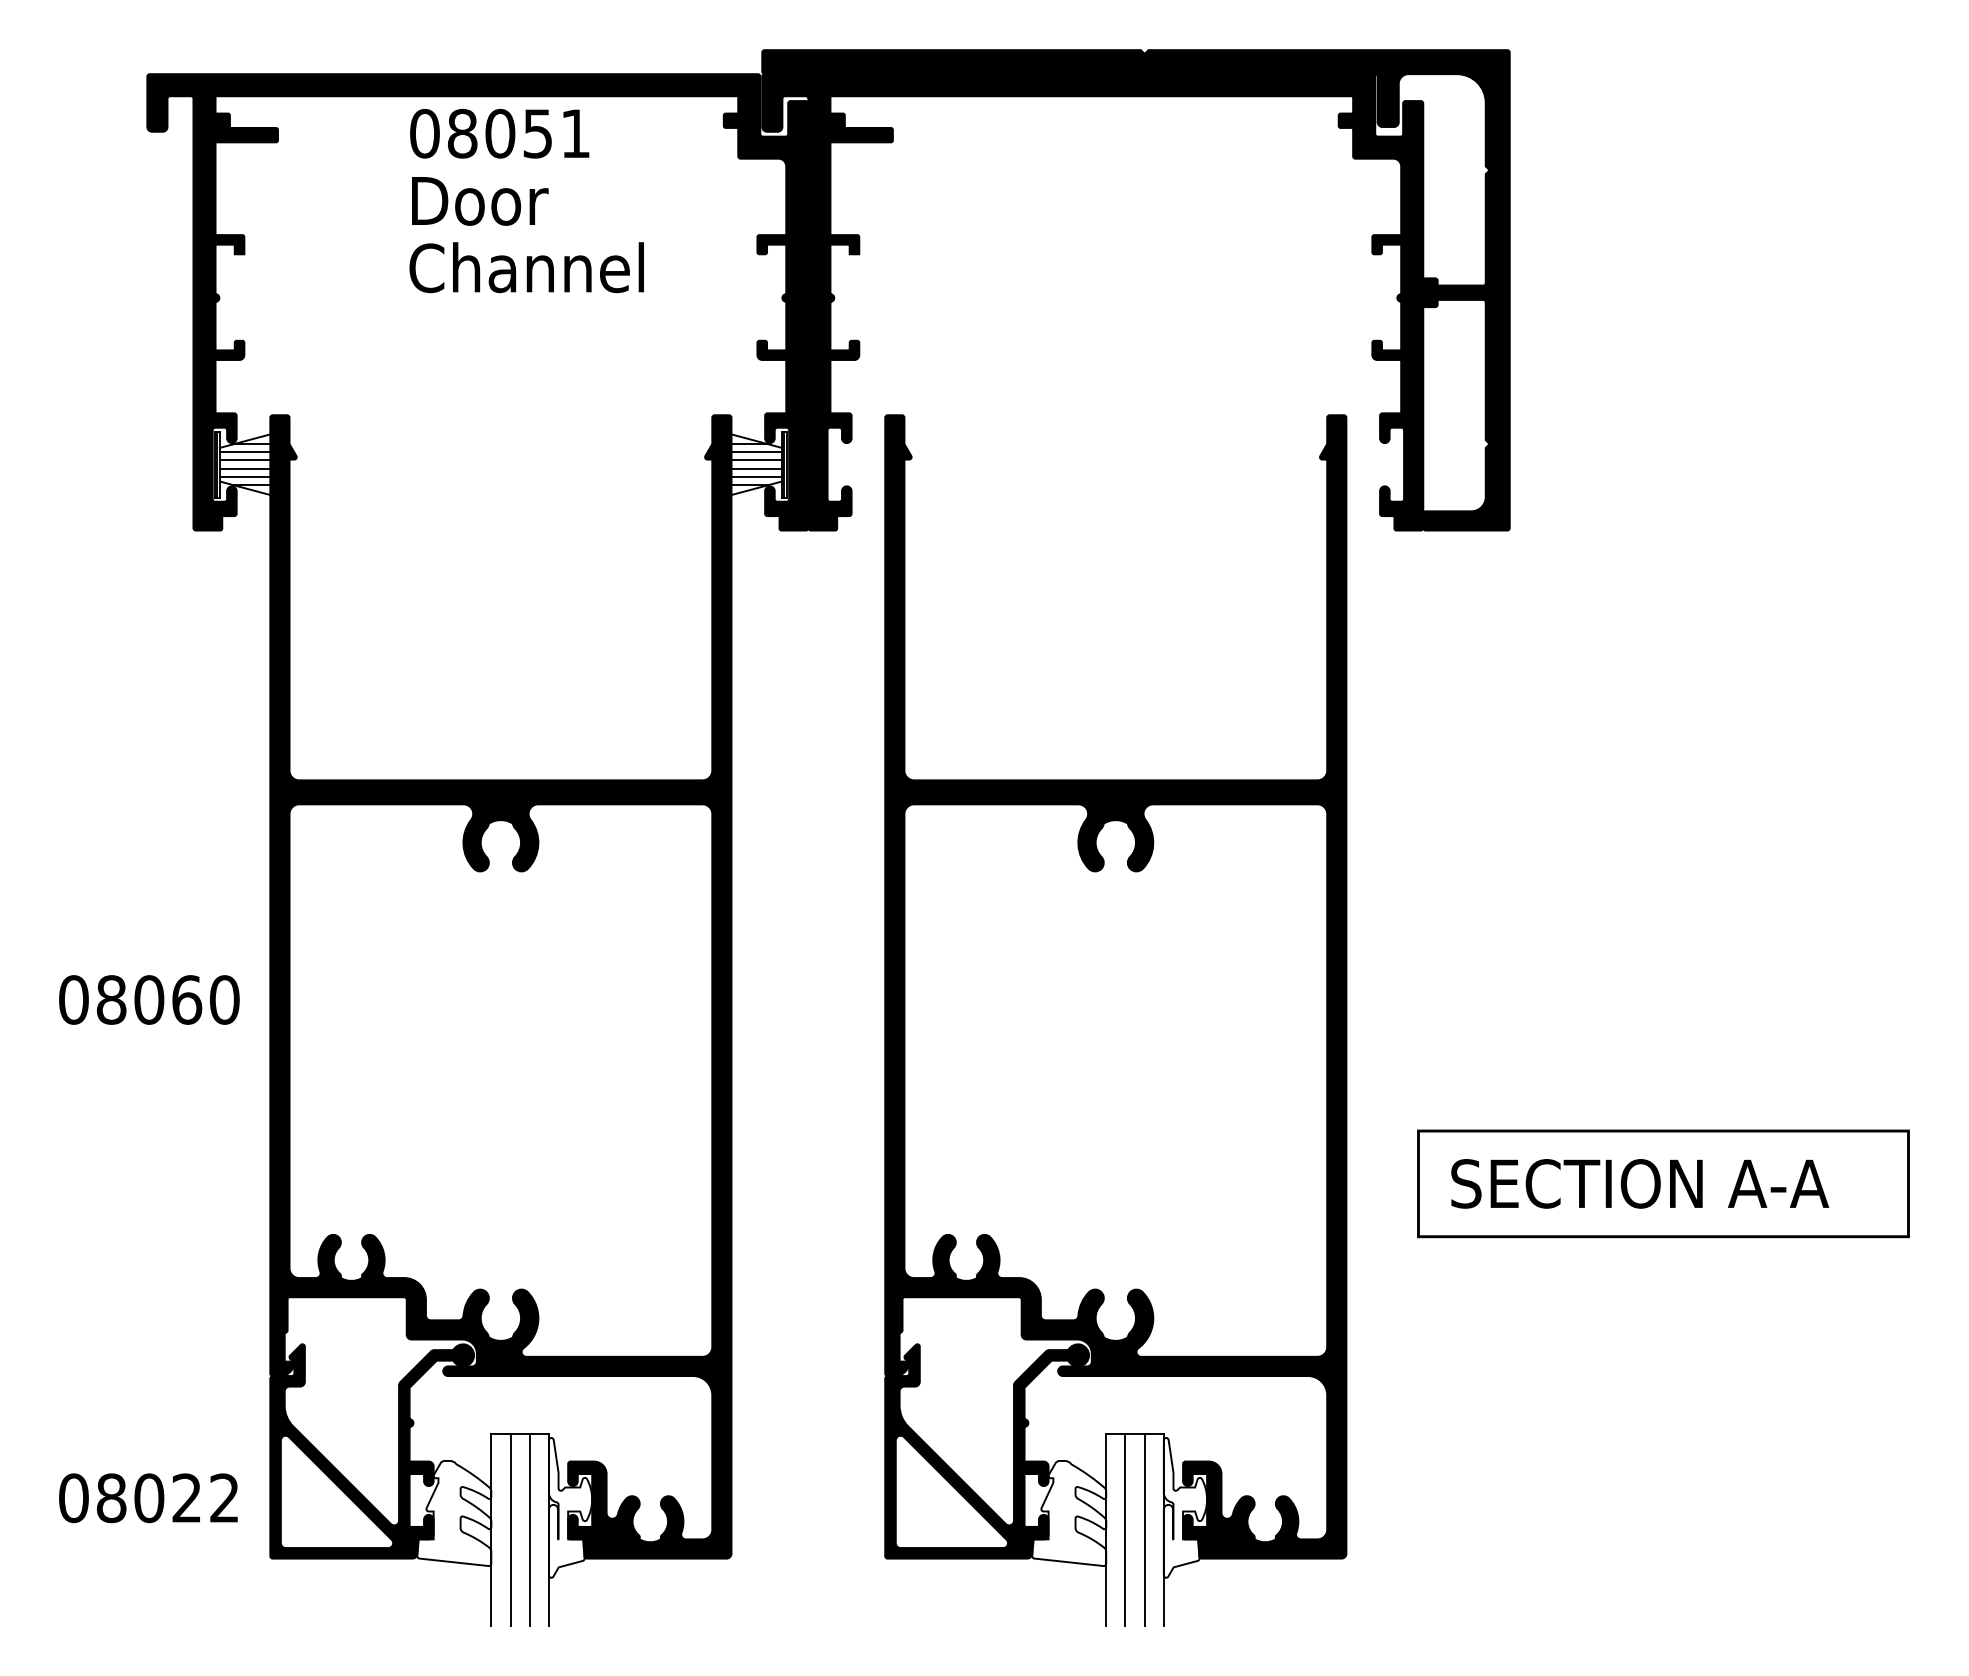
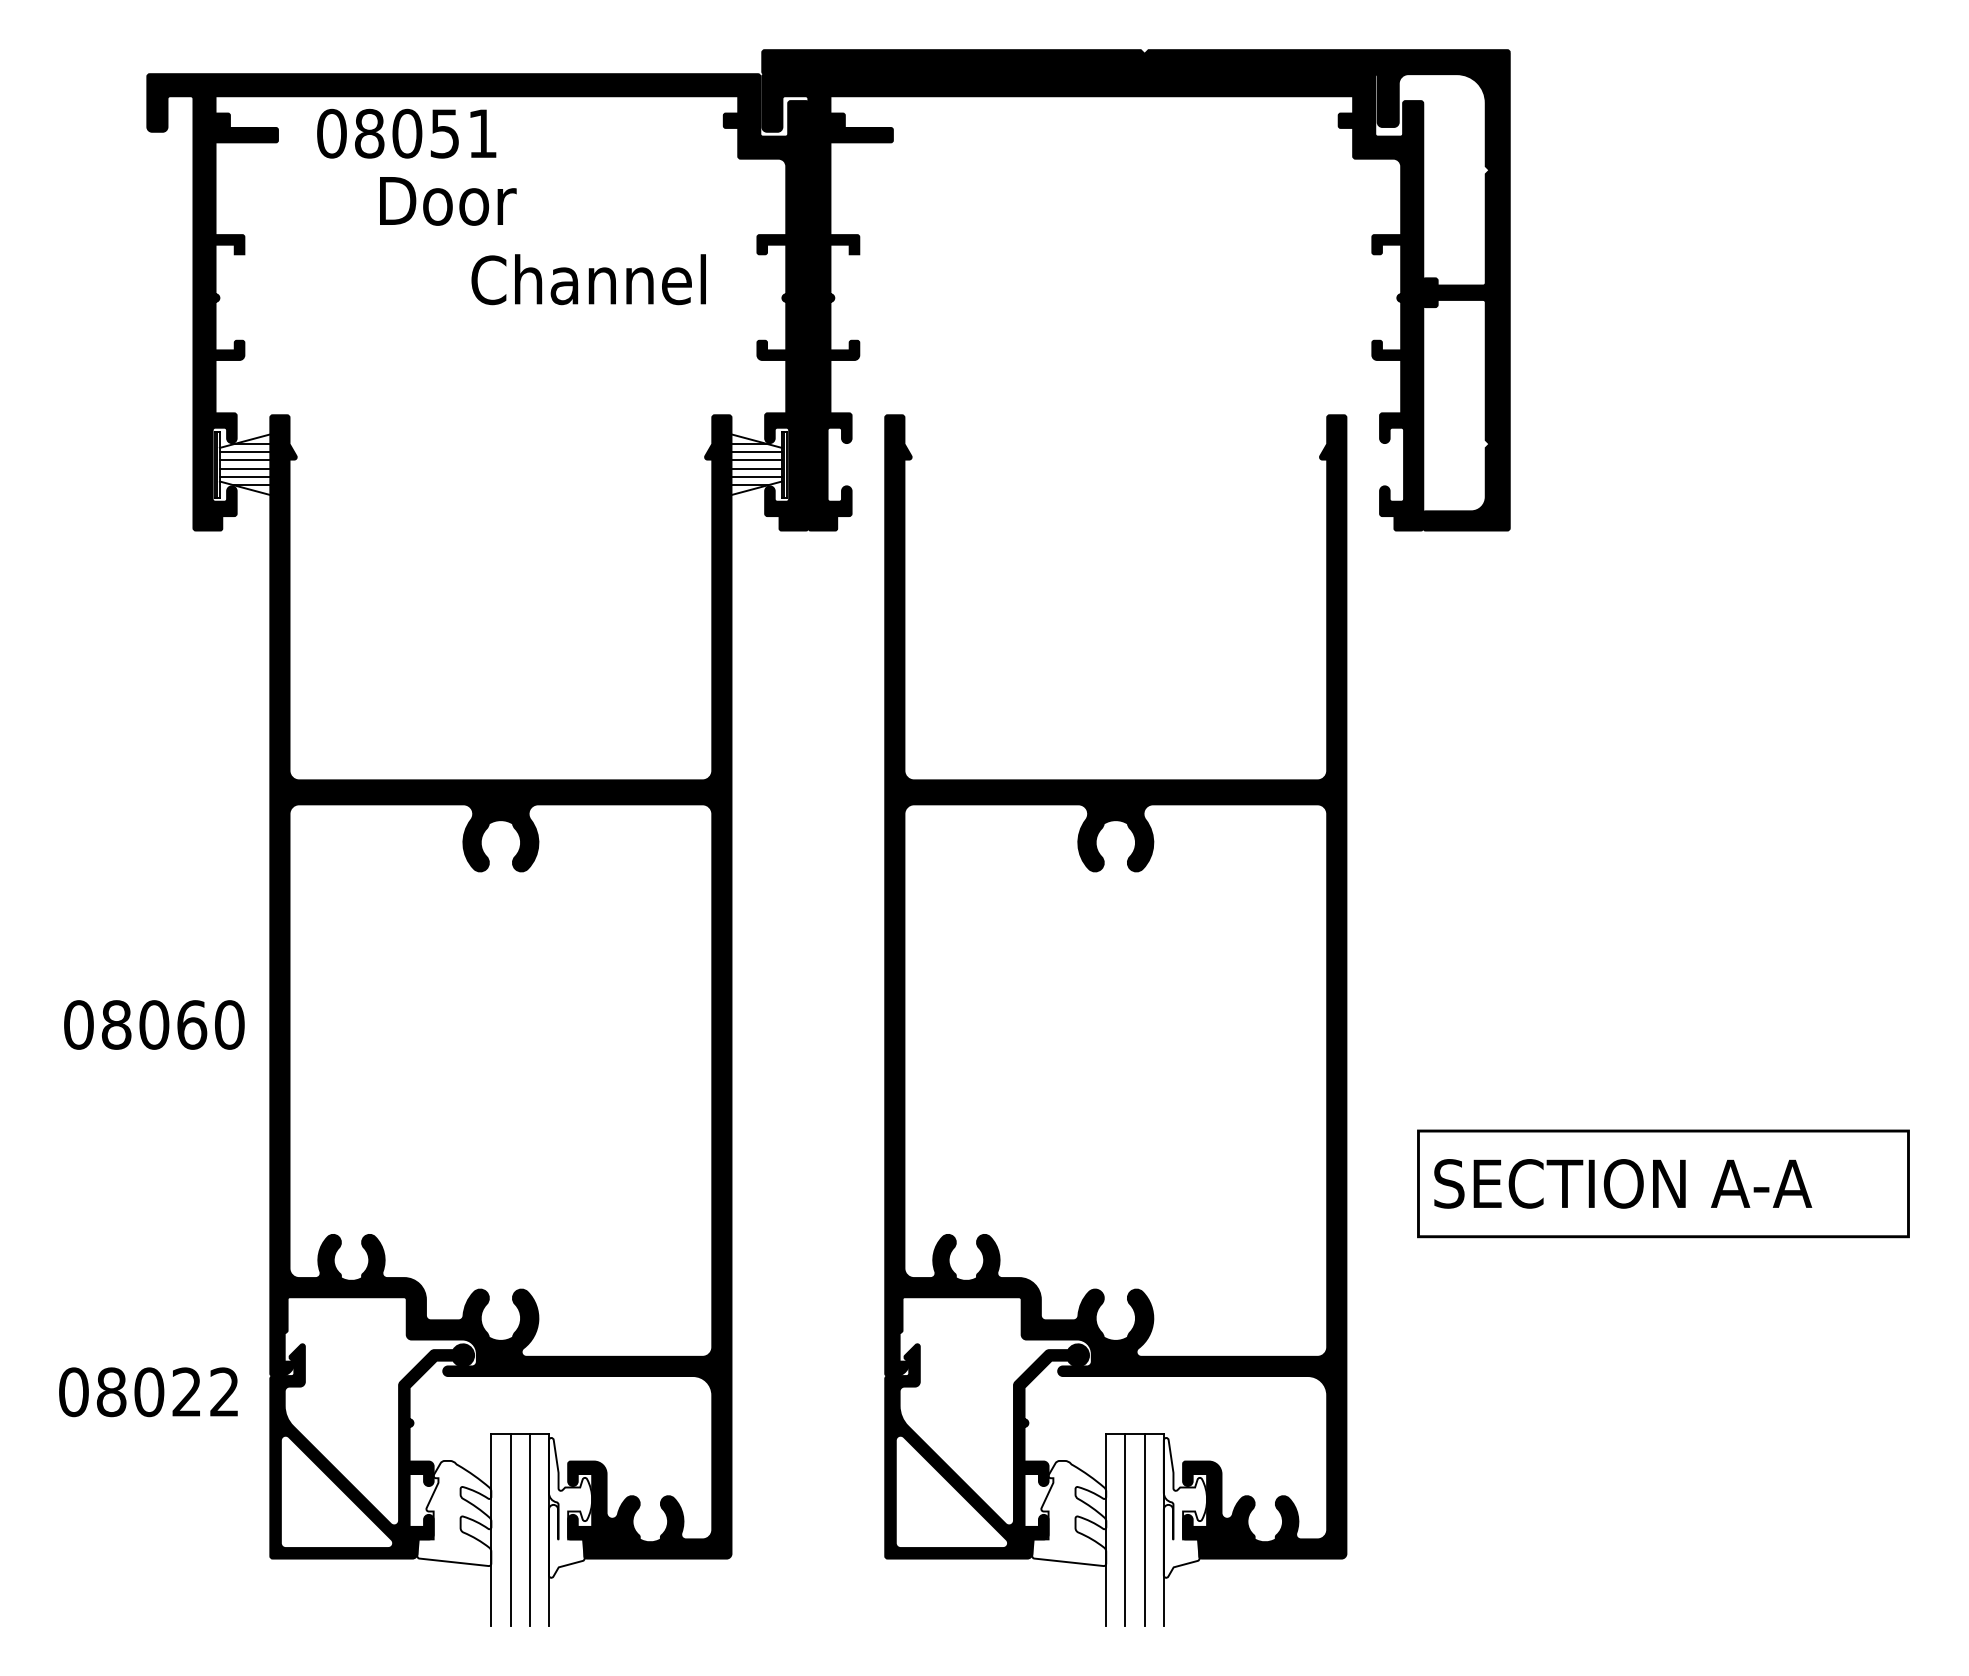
text at (499, 133) position: (499, 133) -> (406, 133)
text at (480, 201) position: (480, 201) -> (448, 201)
text at (526, 267) position: (526, 267) -> (588, 279)
text at (149, 999) position: (149, 999) -> (154, 1024)
text at (1640, 1183) position: (1640, 1183) -> (1623, 1183)
text at (148, 1498) position: (148, 1498) -> (148, 1392)
